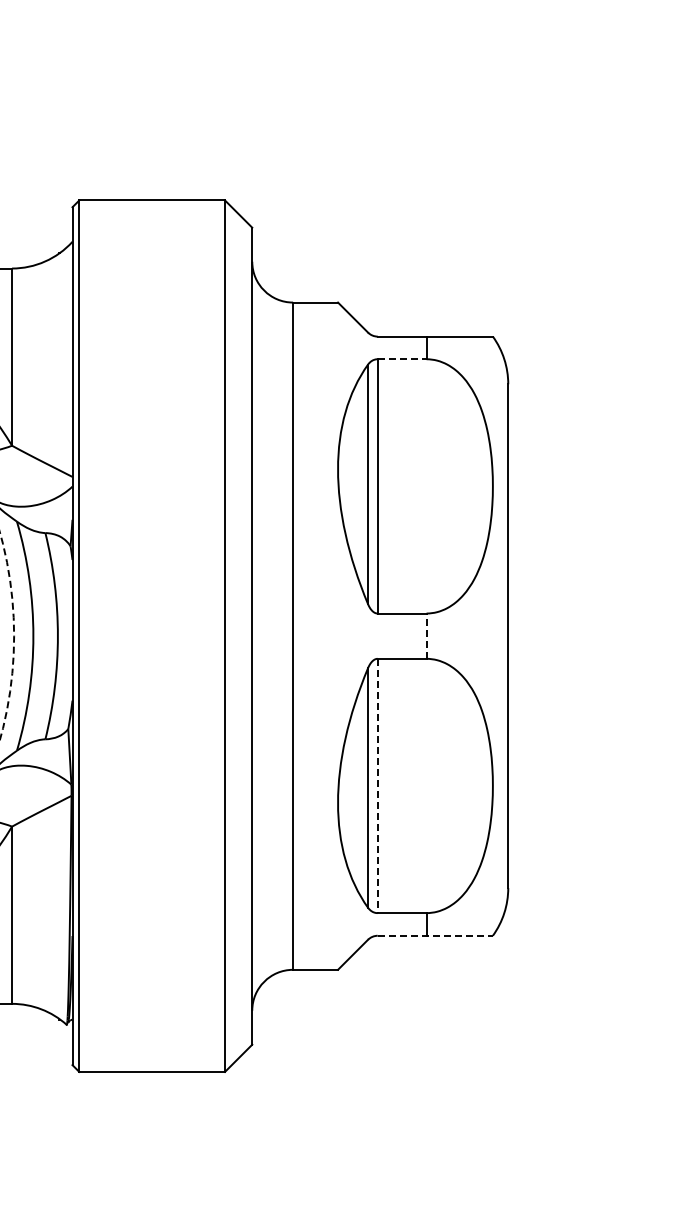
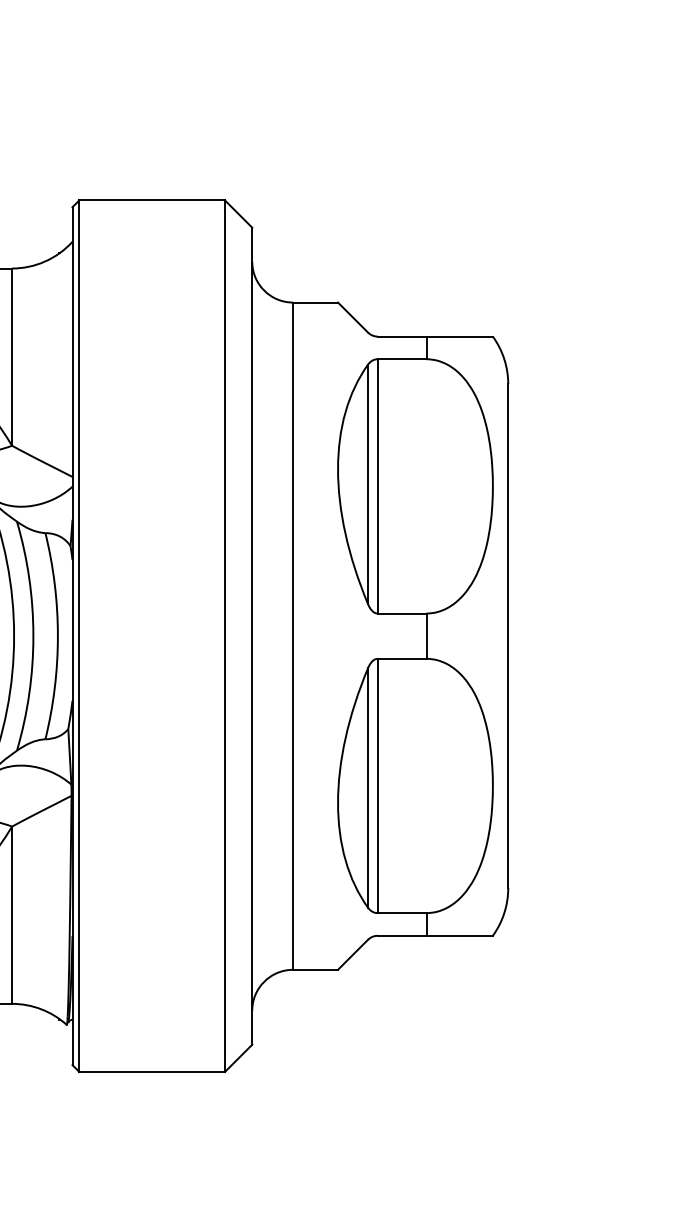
line at (402, 359): dashed -> solid
arc at (14, 636): dashed -> solid
line at (426, 636): dashed -> solid
line at (377, 786): dashed -> solid
line at (435, 935): dashed -> solid
